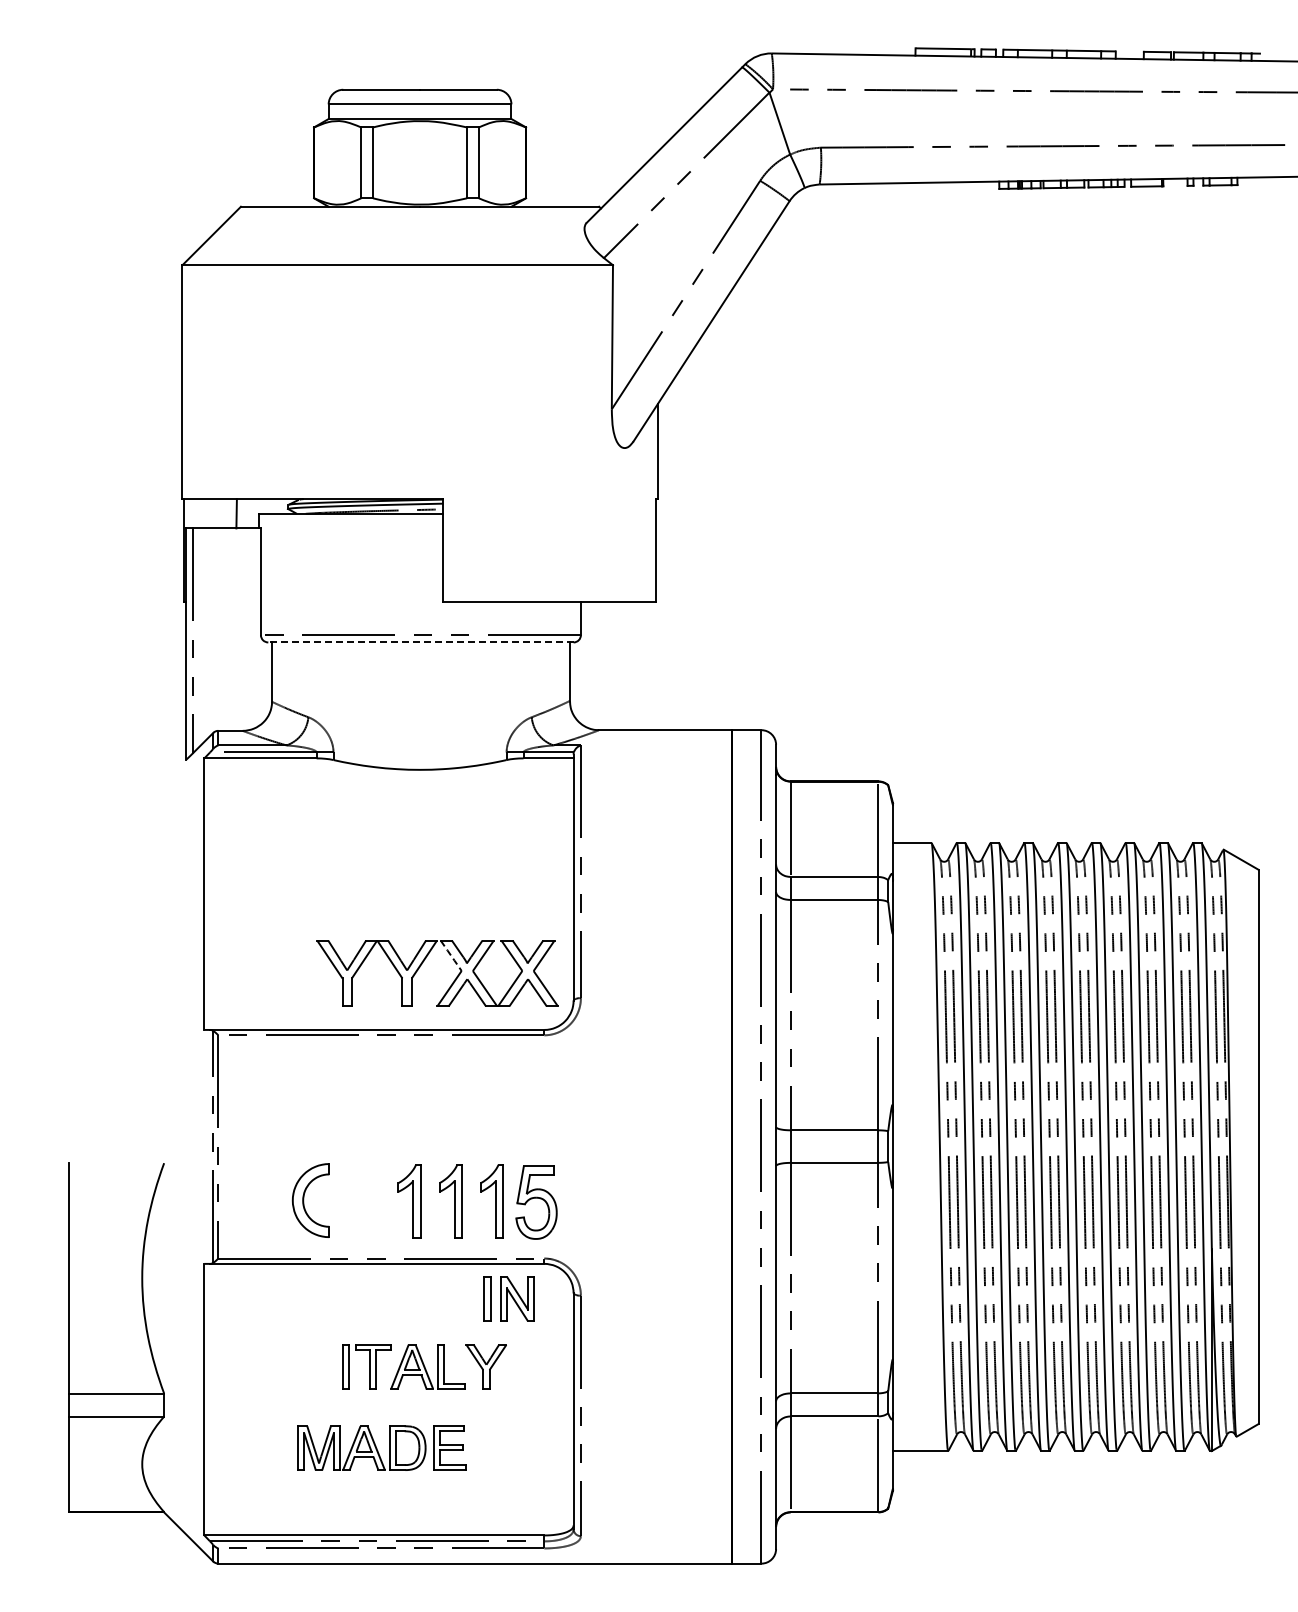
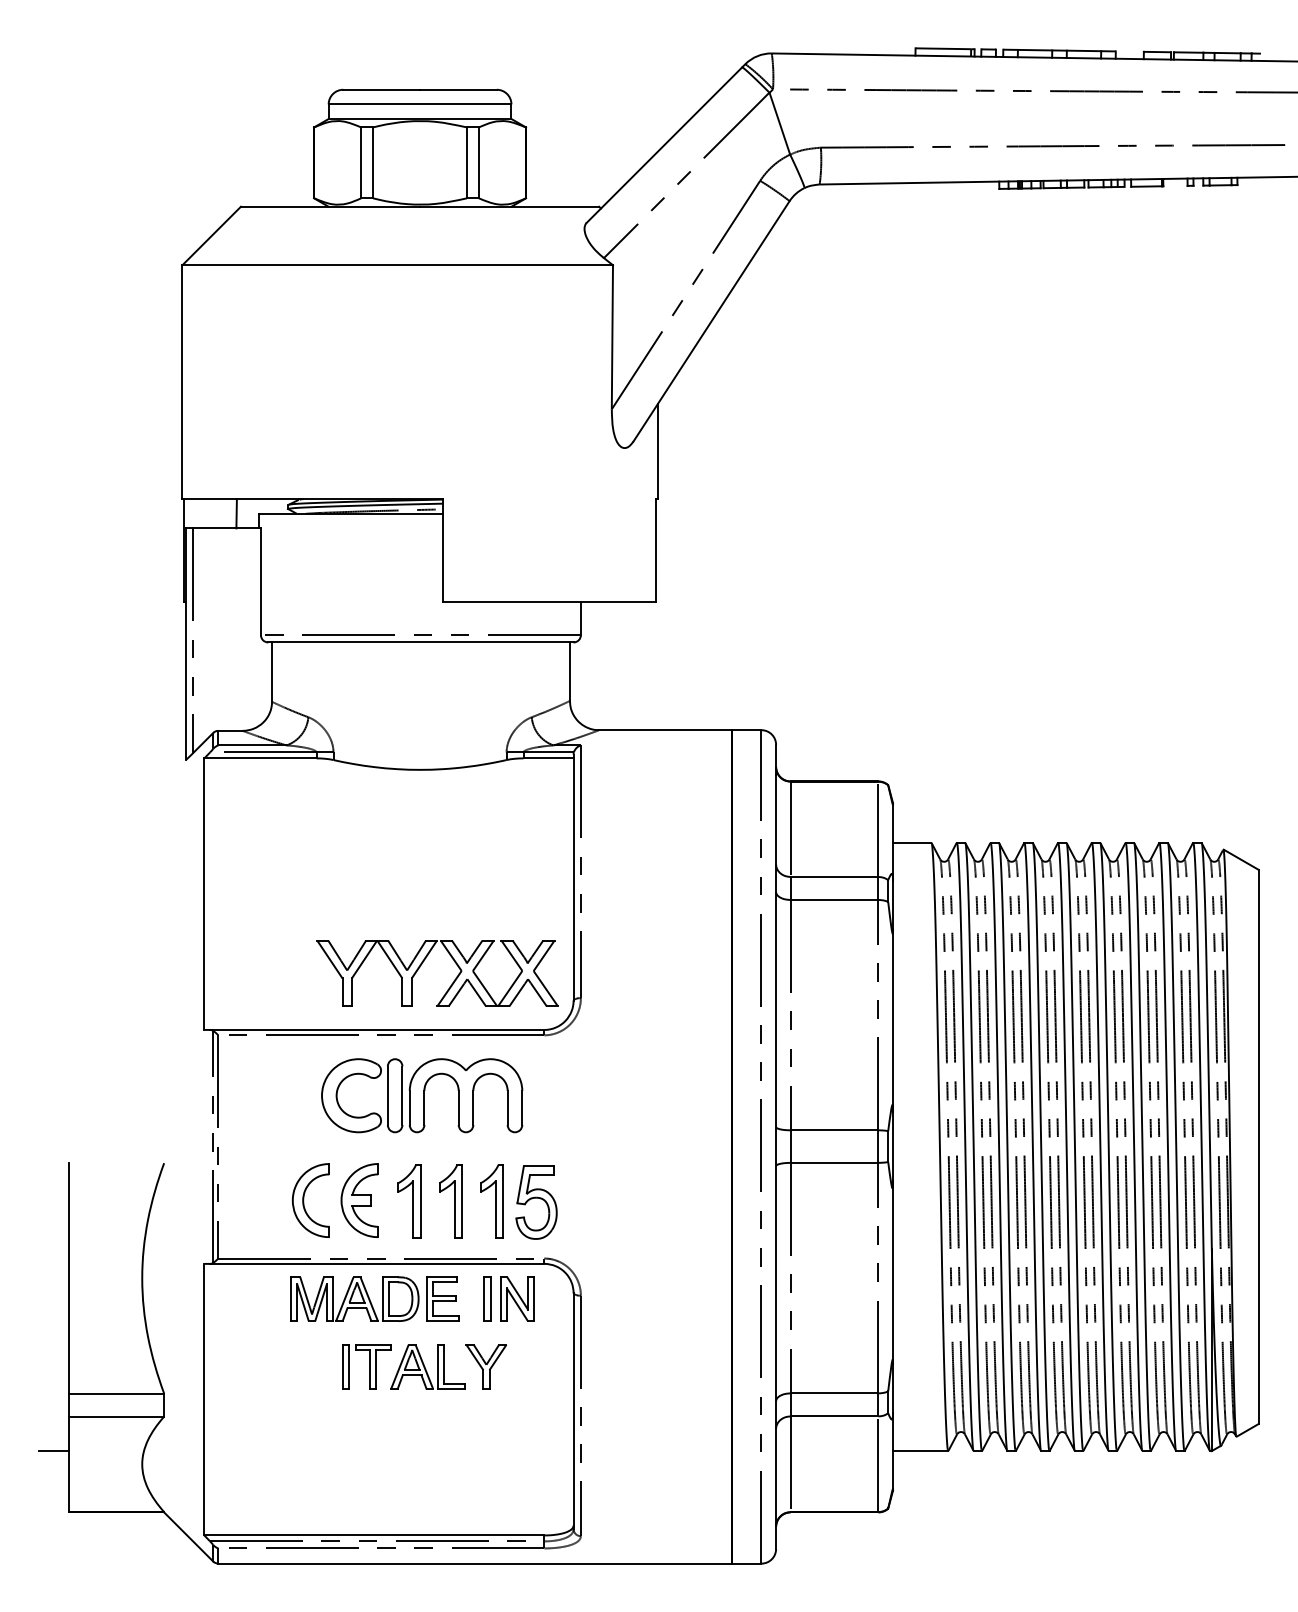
line at (420, 642): dashed -> solid
line at (451, 956): dashed -> solid
part at (422, 1095): none -> present
part at (359, 1200): none -> present
part at (381, 1447) position: (381, 1447) -> (374, 1298)
line at (53, 1451): none -> present
